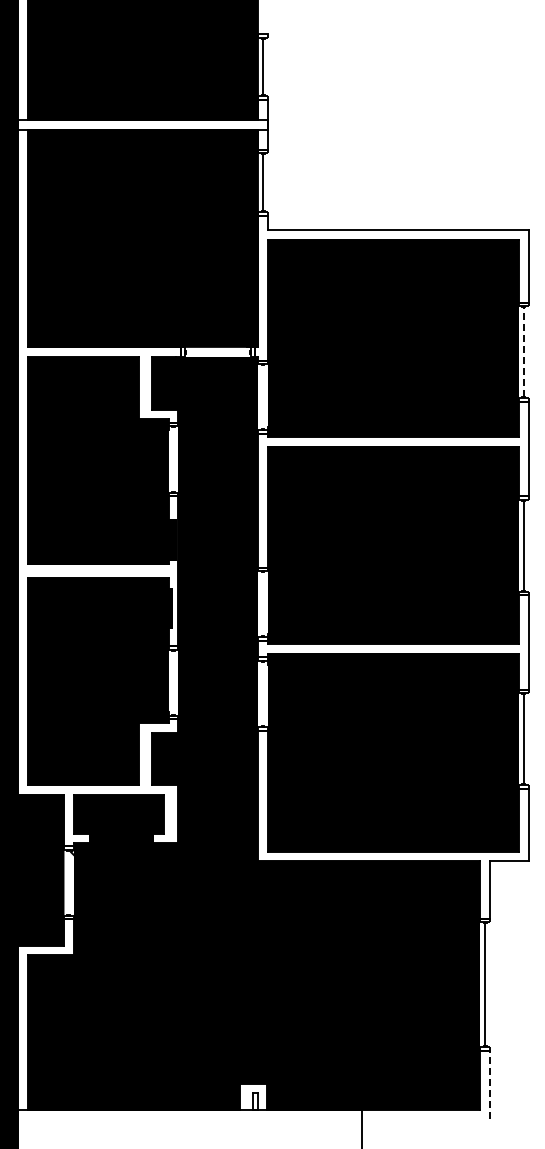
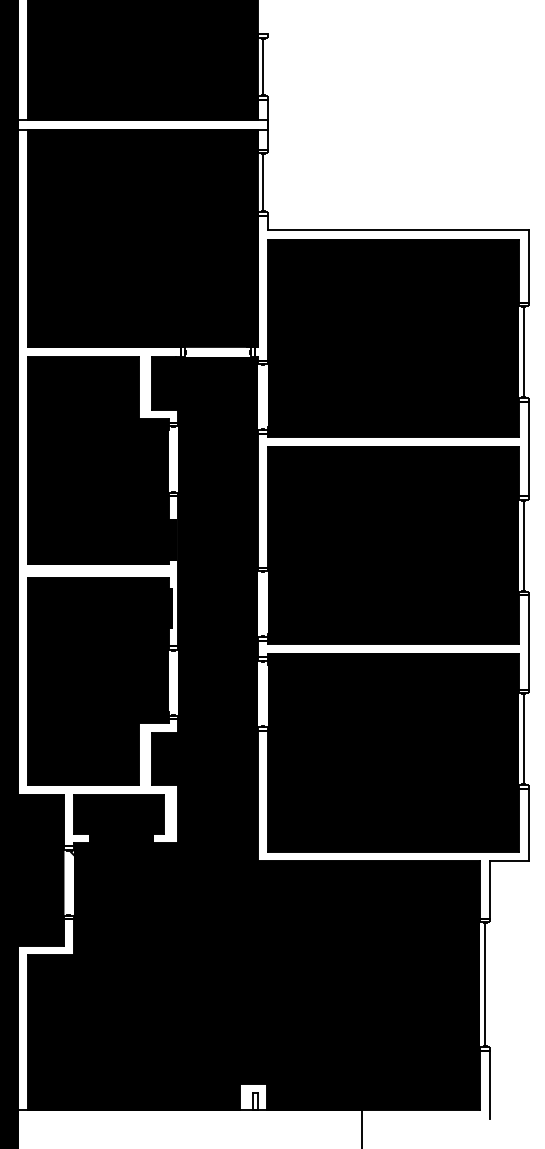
line at (523, 352): dashed -> solid
line at (490, 1084): dashed -> solid
